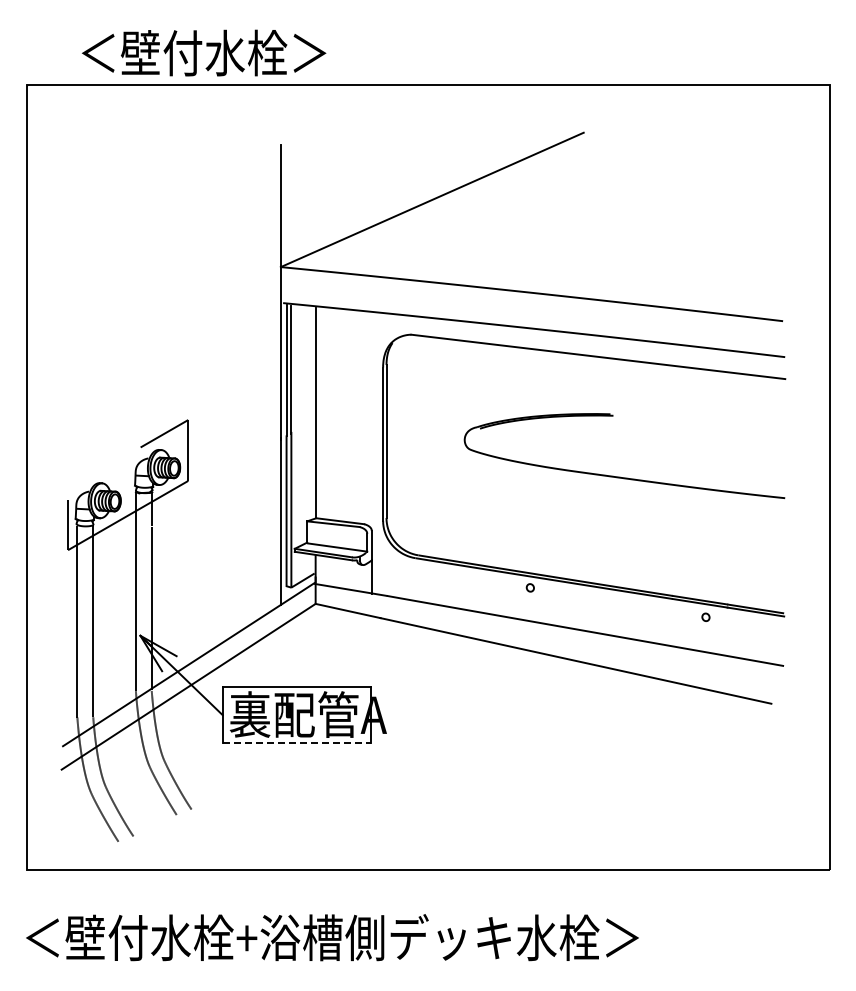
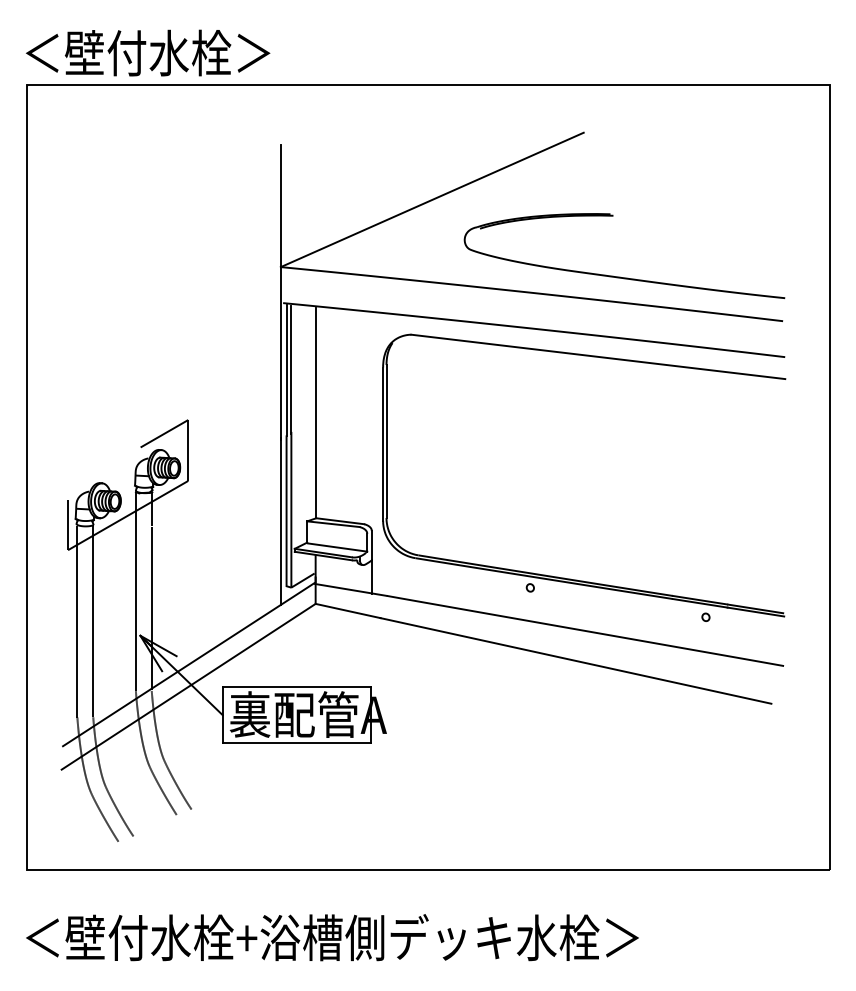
text at (204, 52) position: (204, 52) -> (148, 52)
part at (620, 476) position: (620, 476) -> (620, 276)
line at (297, 743): dashed -> solid
